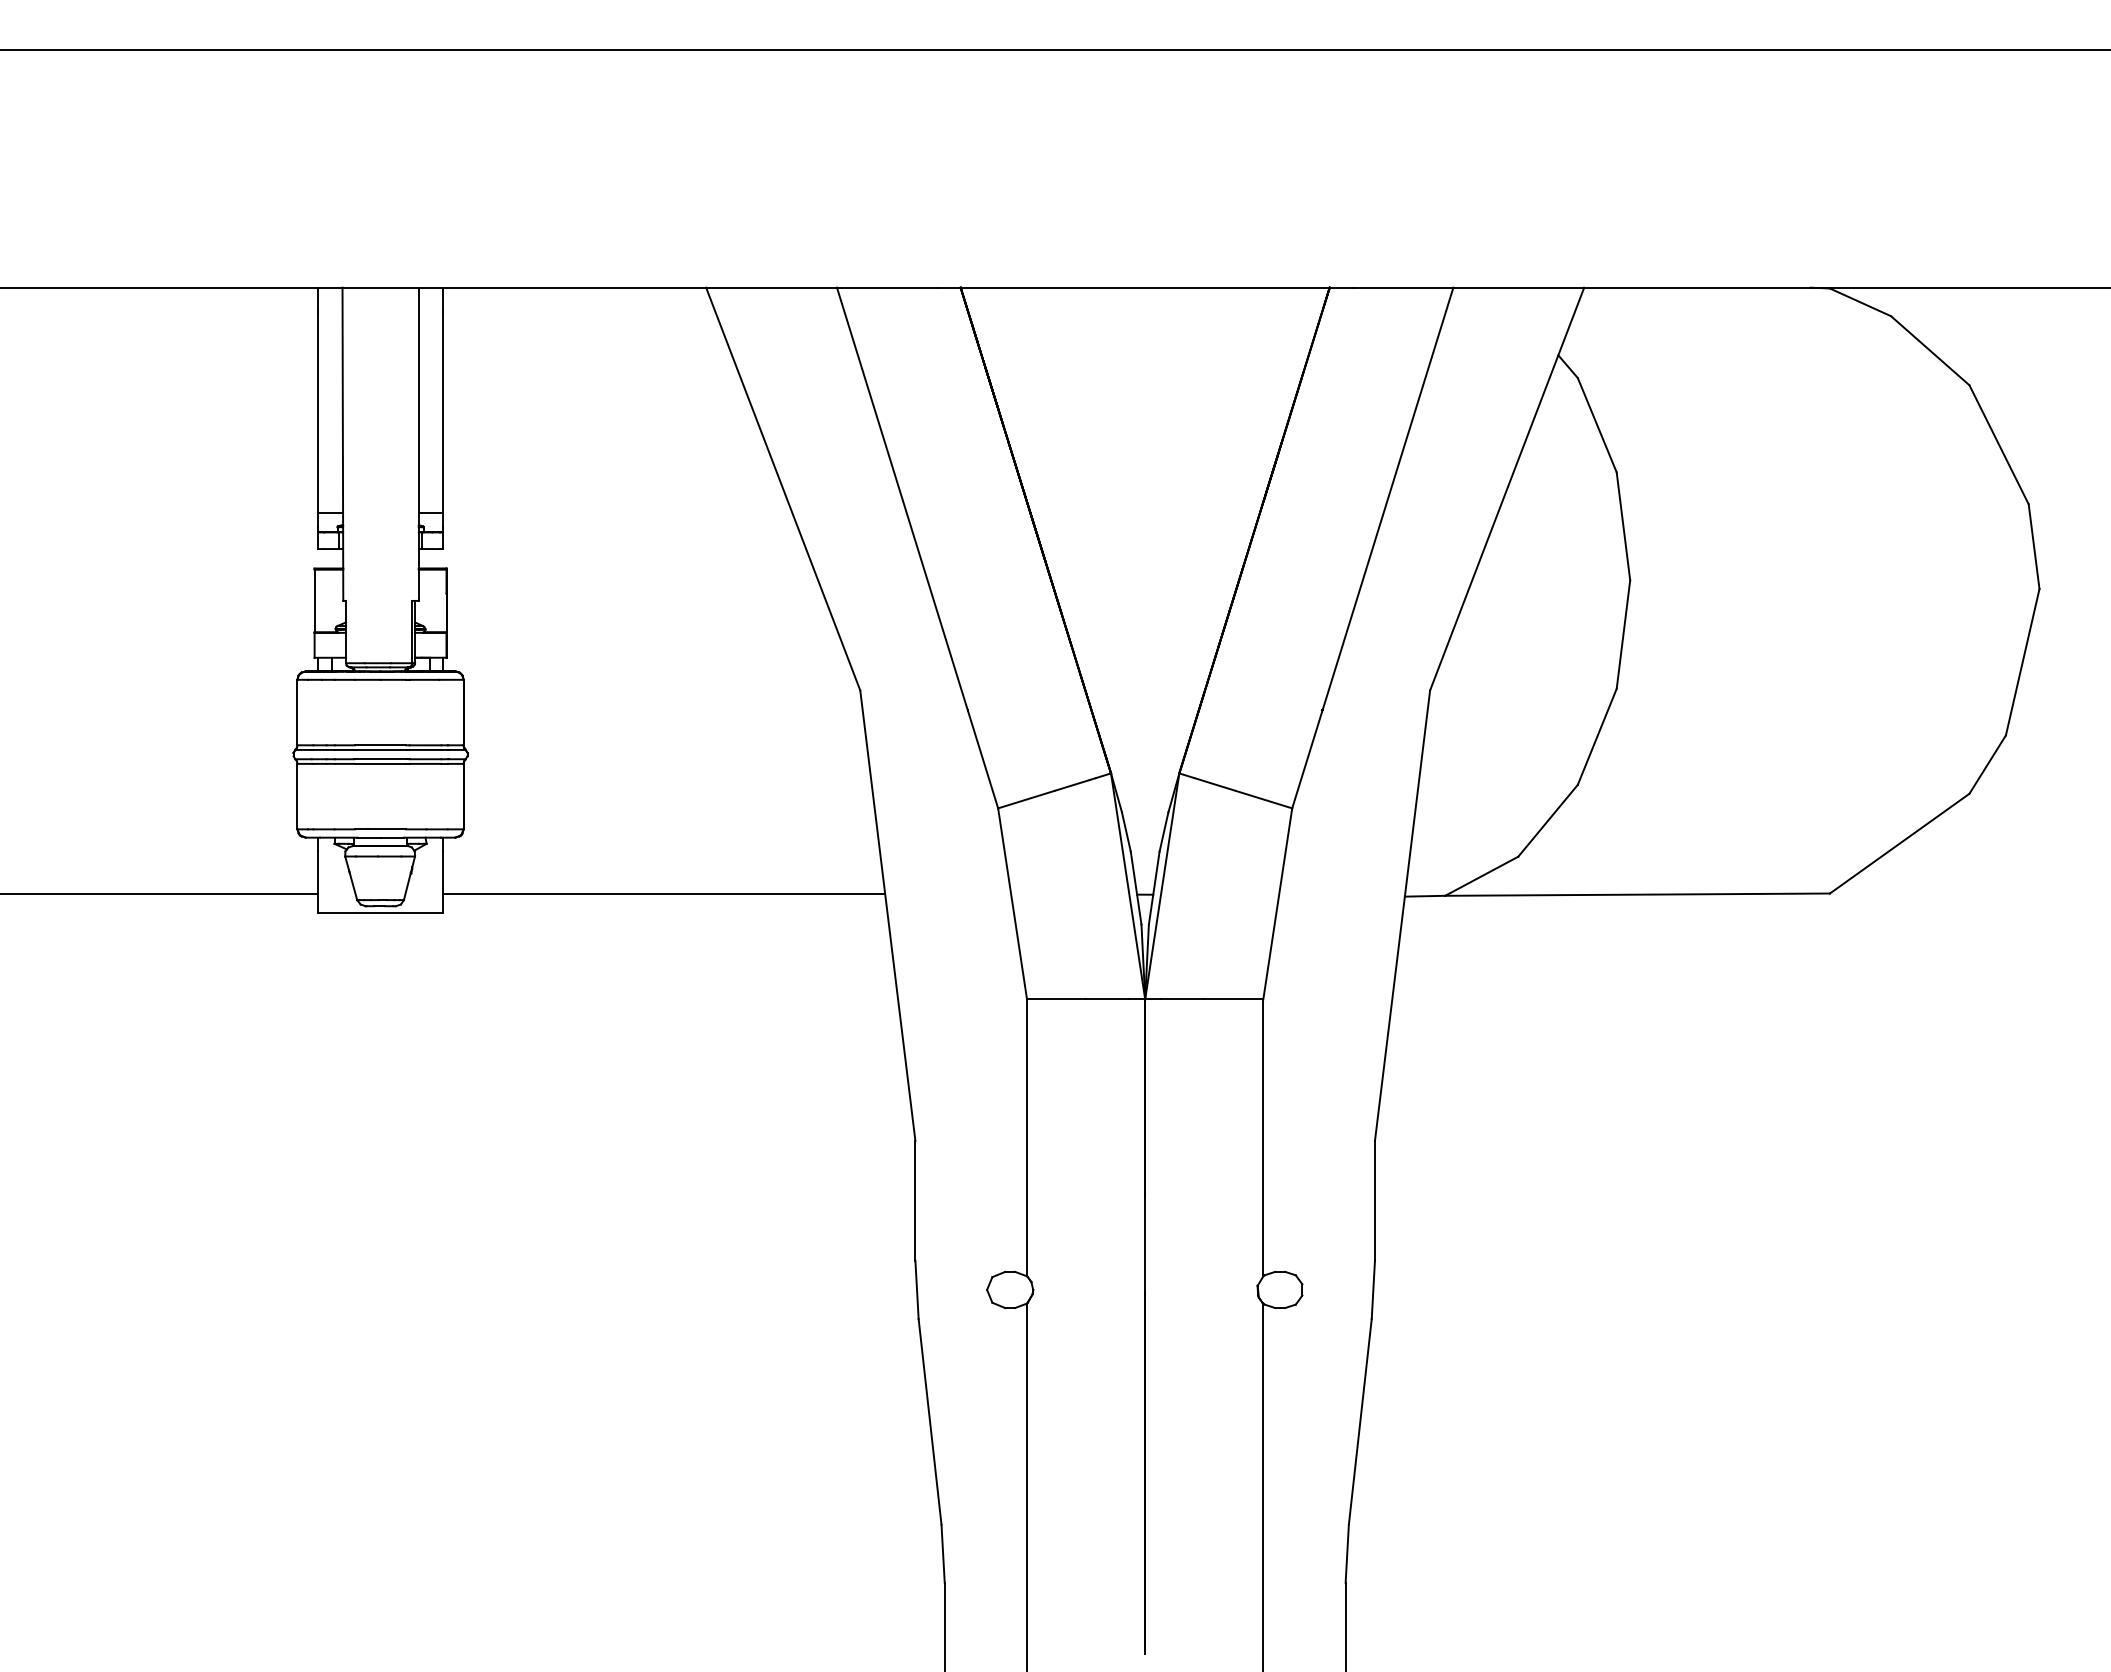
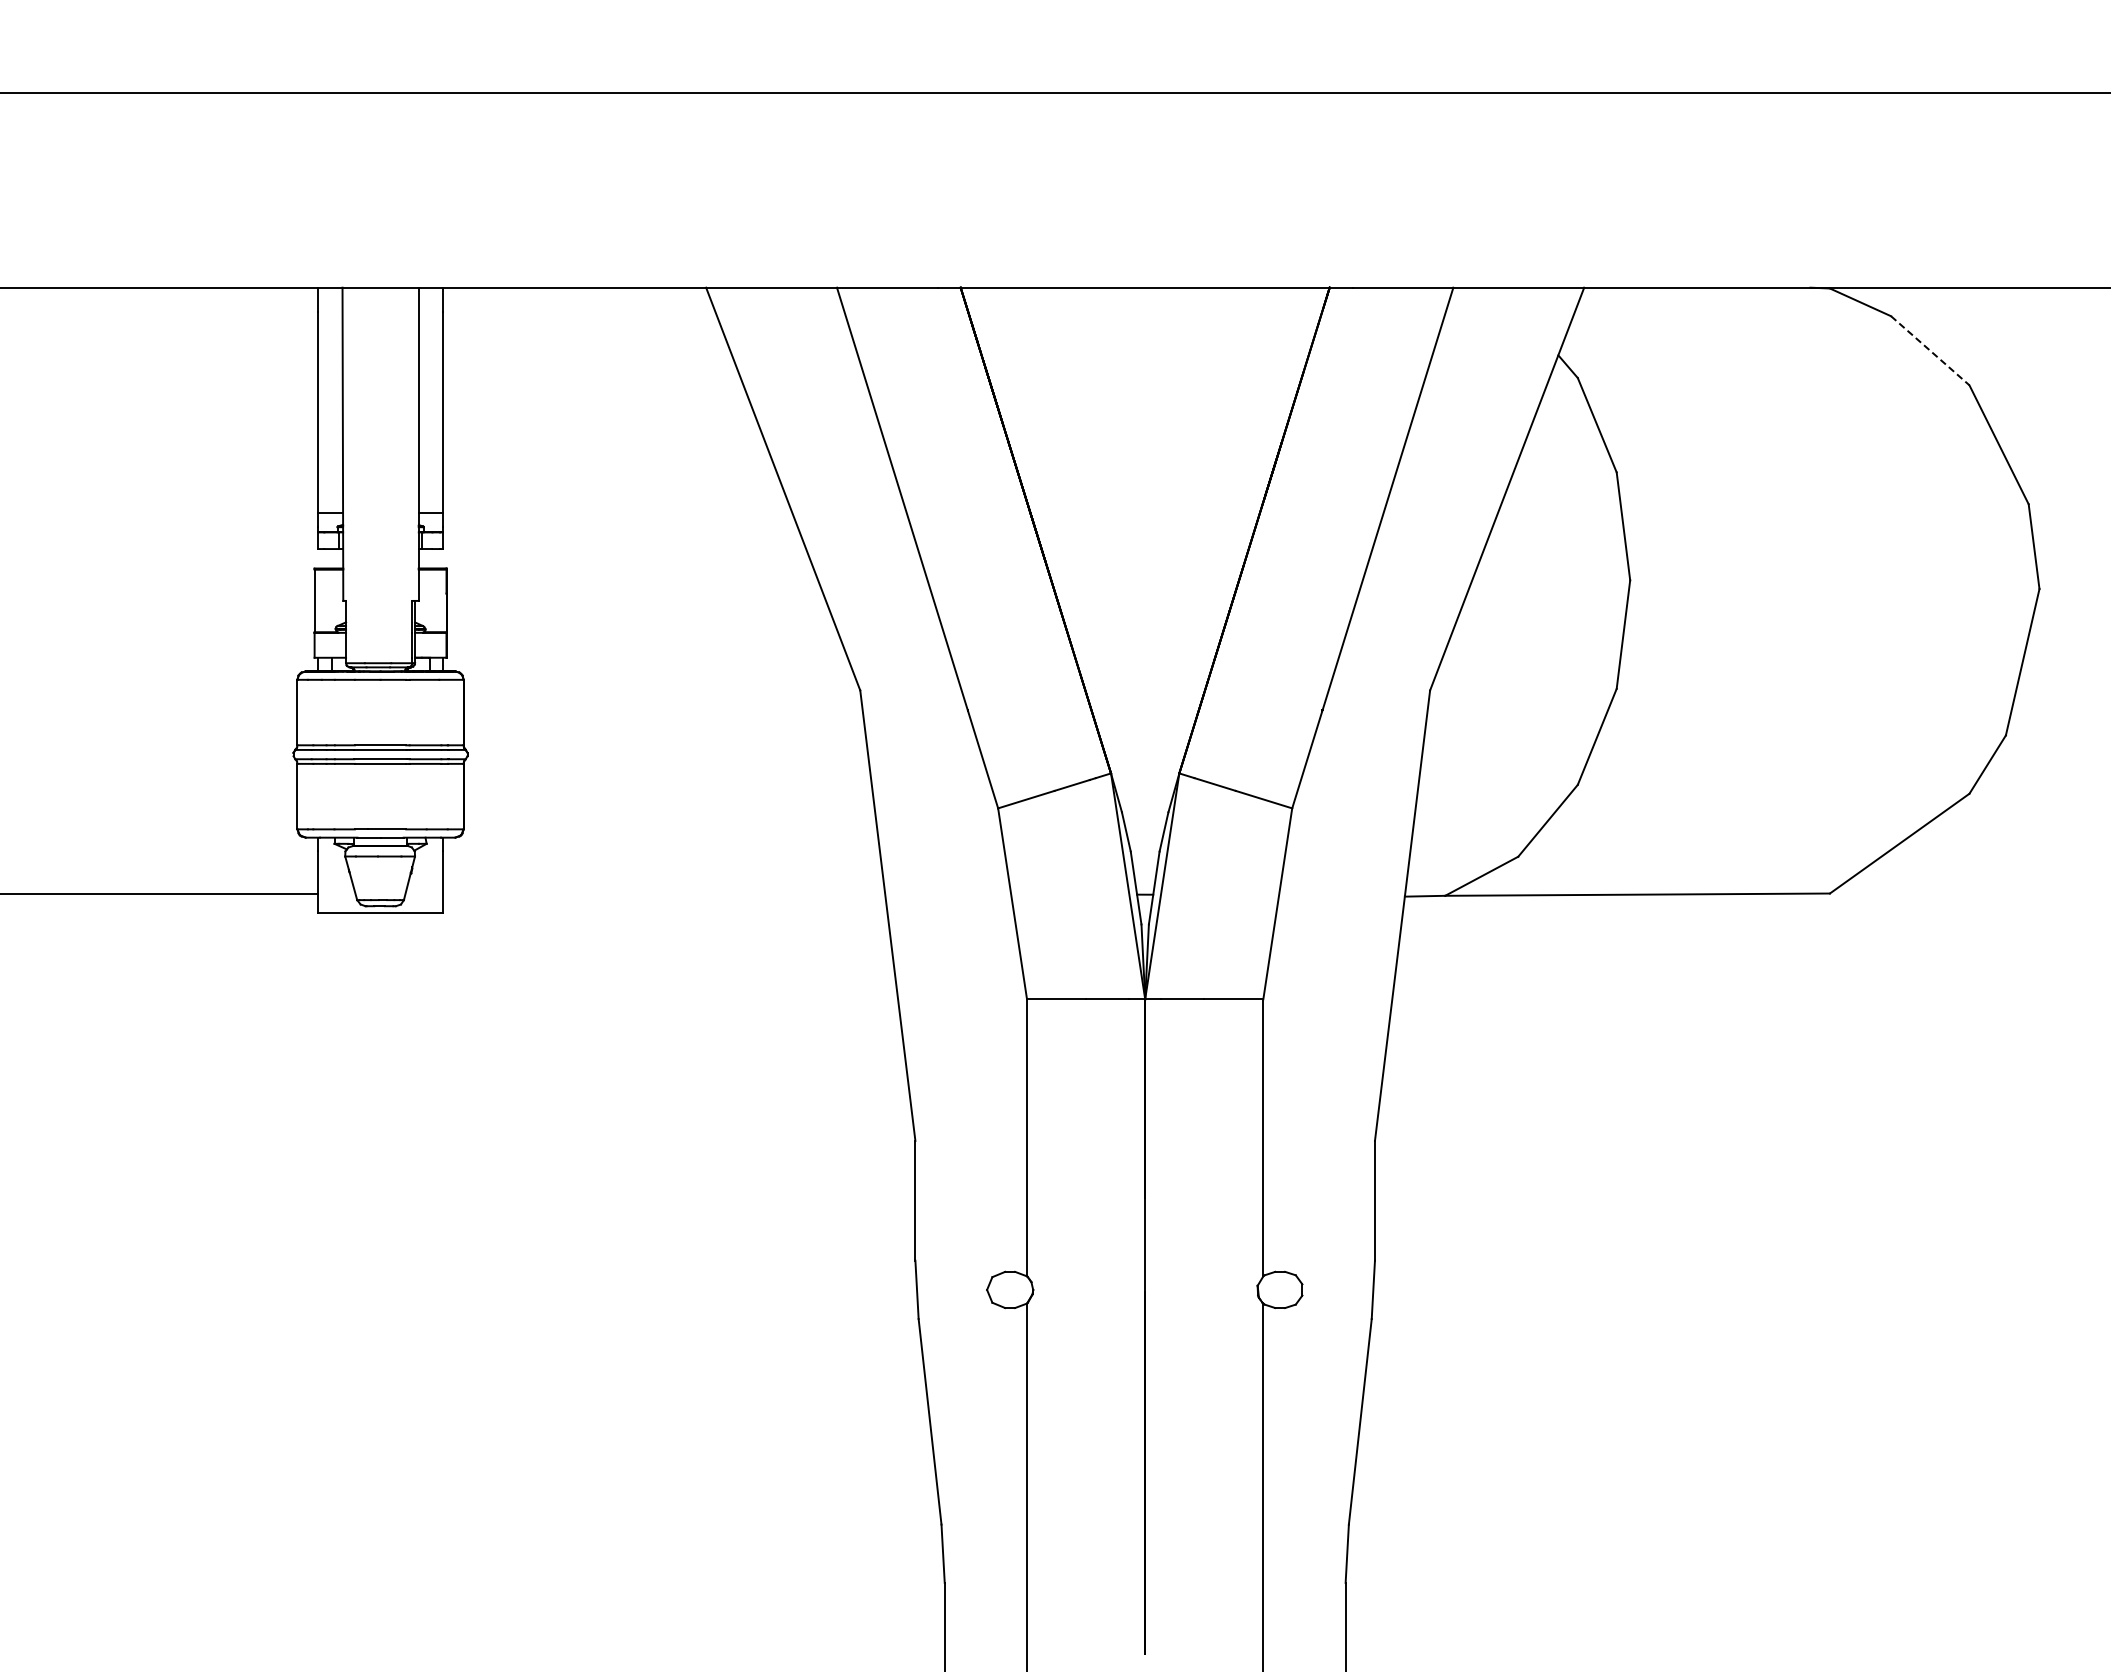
line at (1054, 50) position: (1054, 50) -> (1054, 93)
line at (1930, 351): solid -> dashed
line at (663, 893): present -> none
